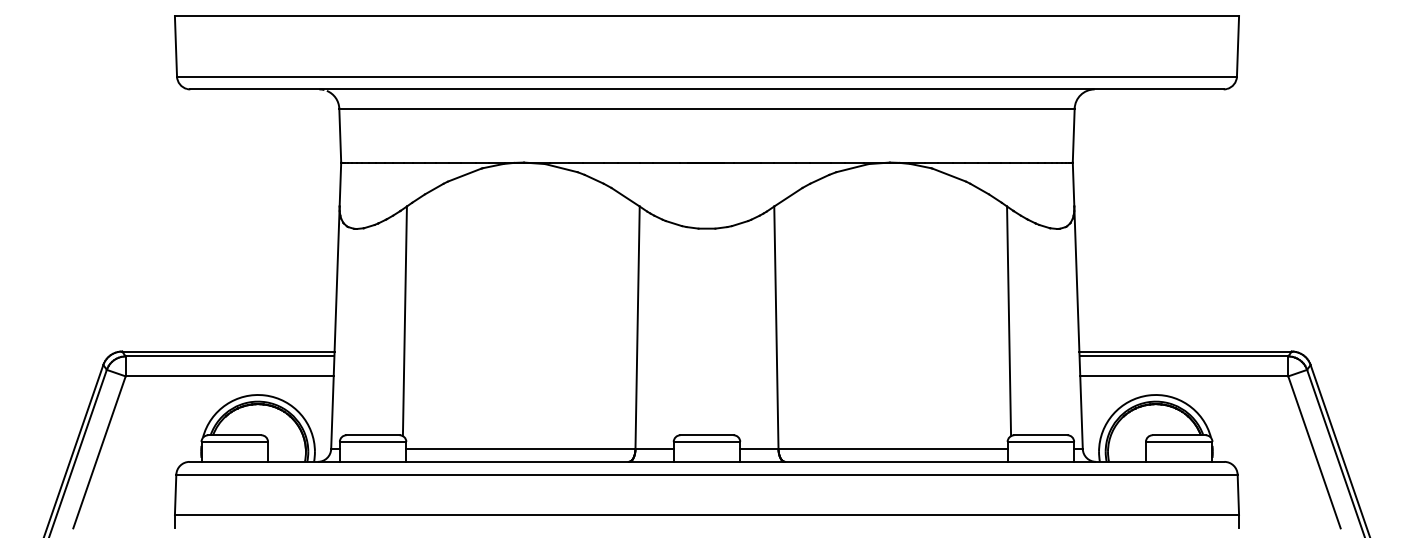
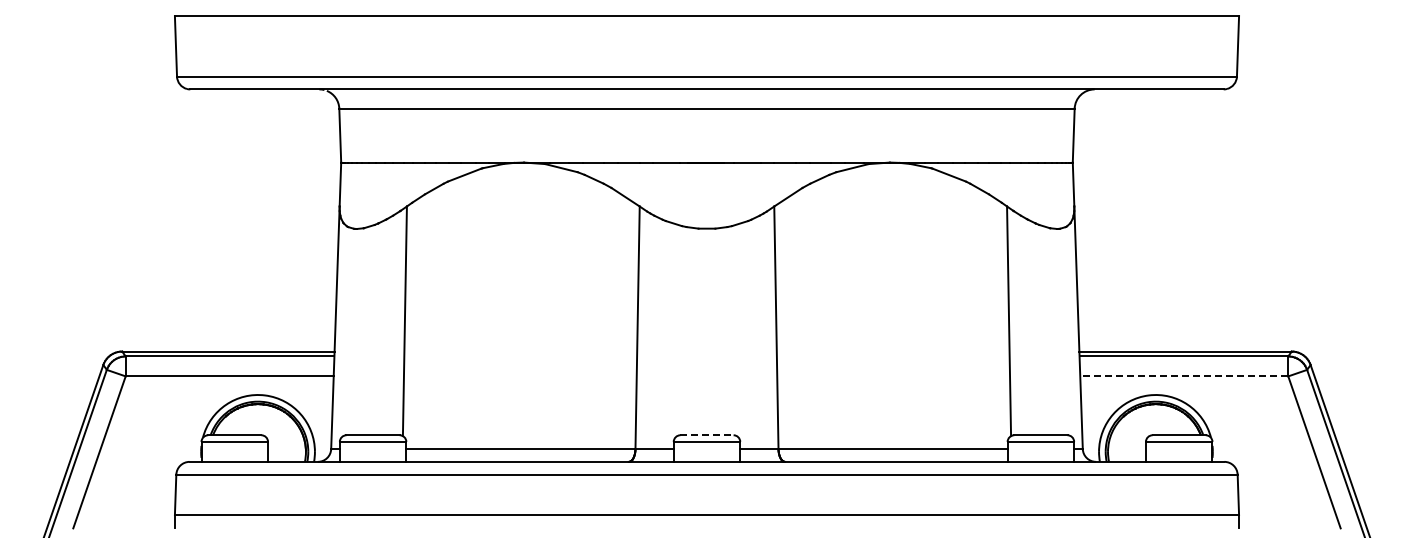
line at (1183, 376): solid -> dashed
line at (706, 435): solid -> dashed
